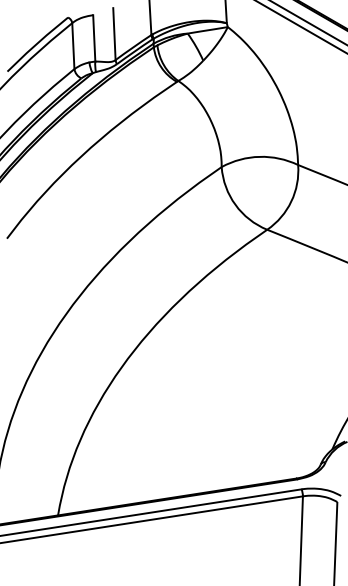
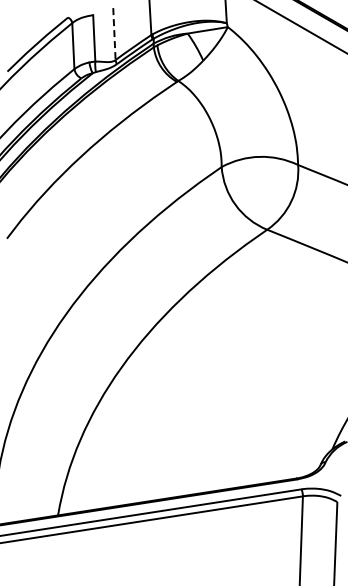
line at (308, 22): present -> none
line at (114, 34): solid -> dashed
